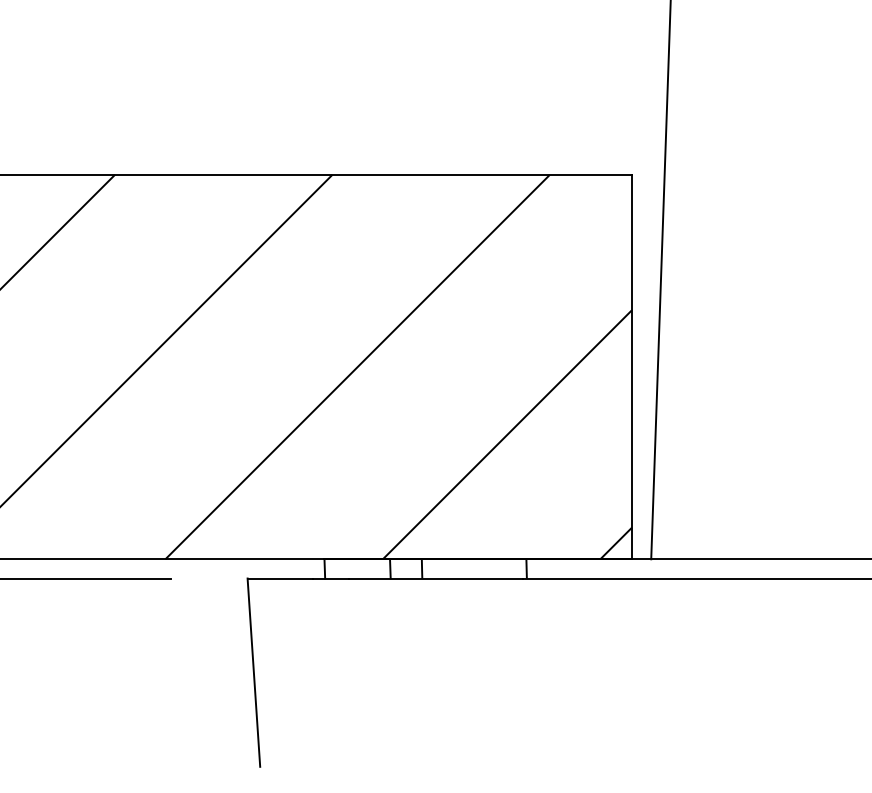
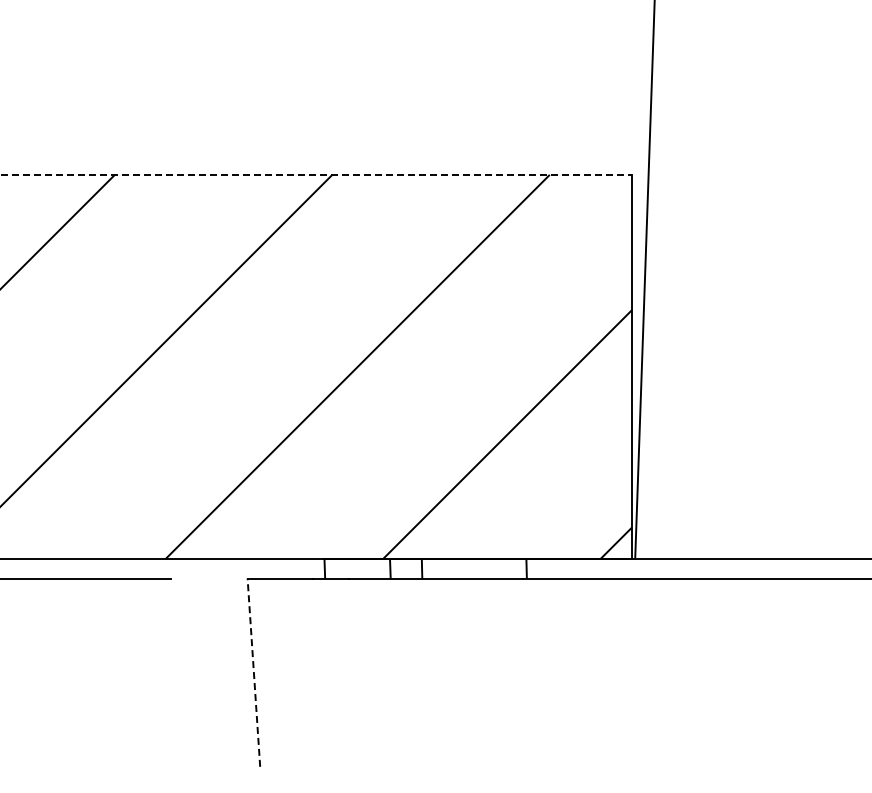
line at (316, 174): solid -> dashed
line at (660, 280) position: (660, 280) -> (644, 280)
line at (253, 672): solid -> dashed
